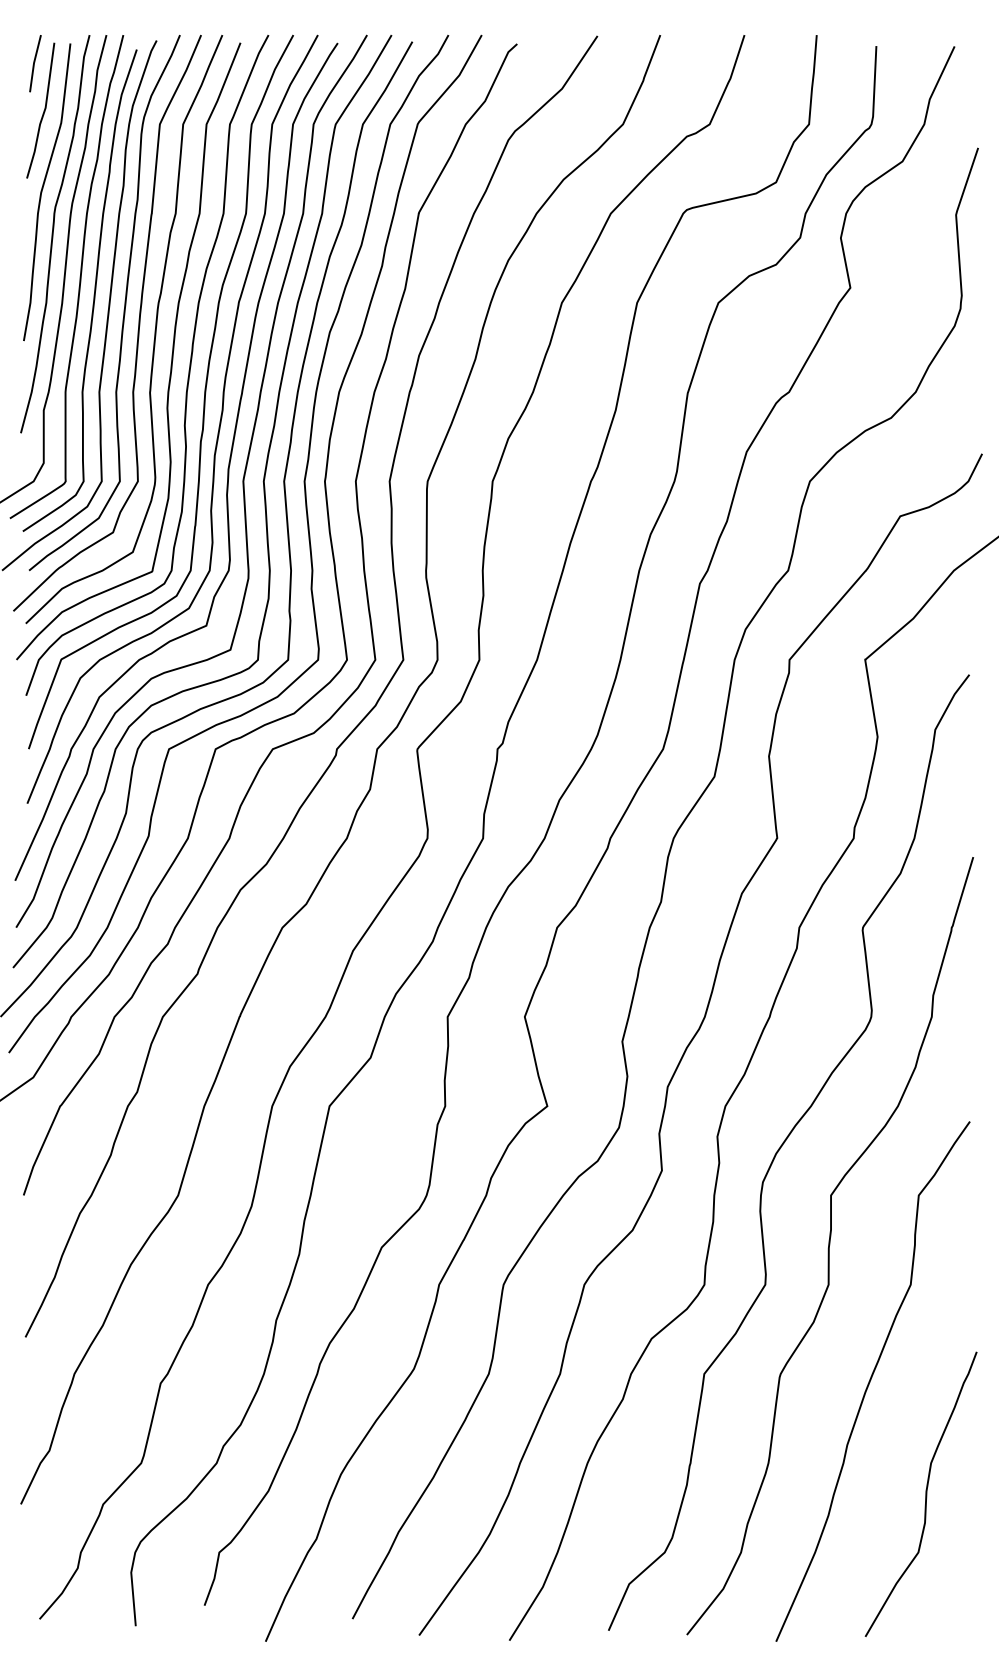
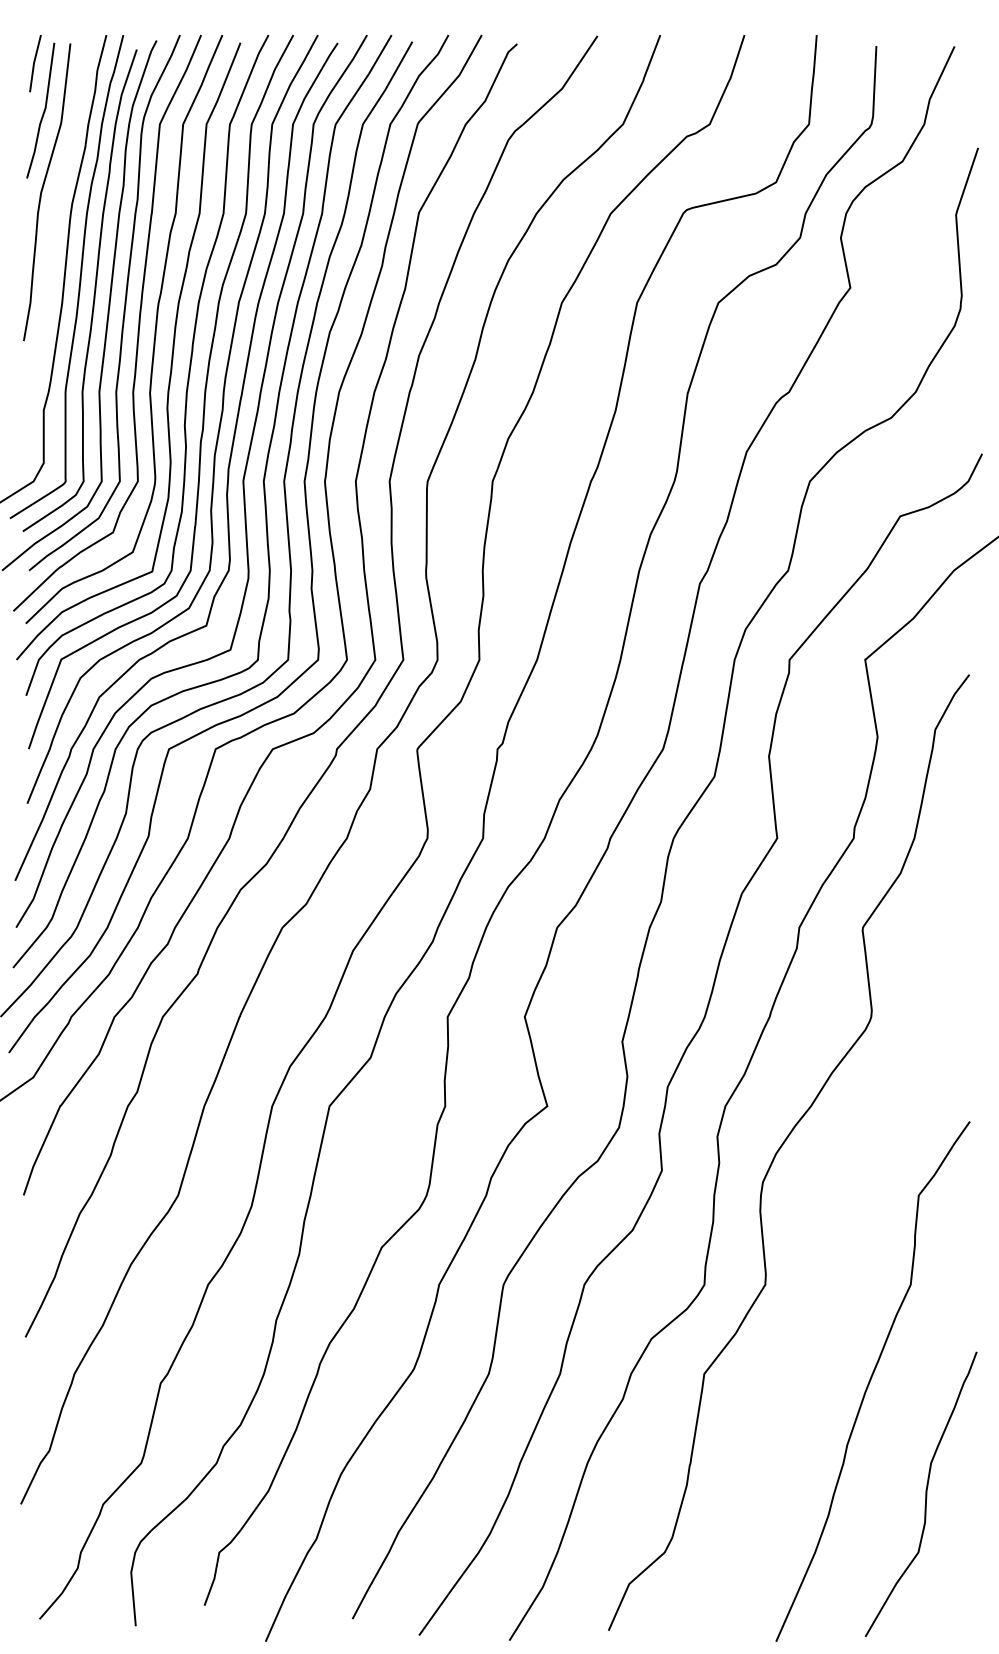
curve at (53, 234): present -> none
curve at (829, 1246): present -> none
